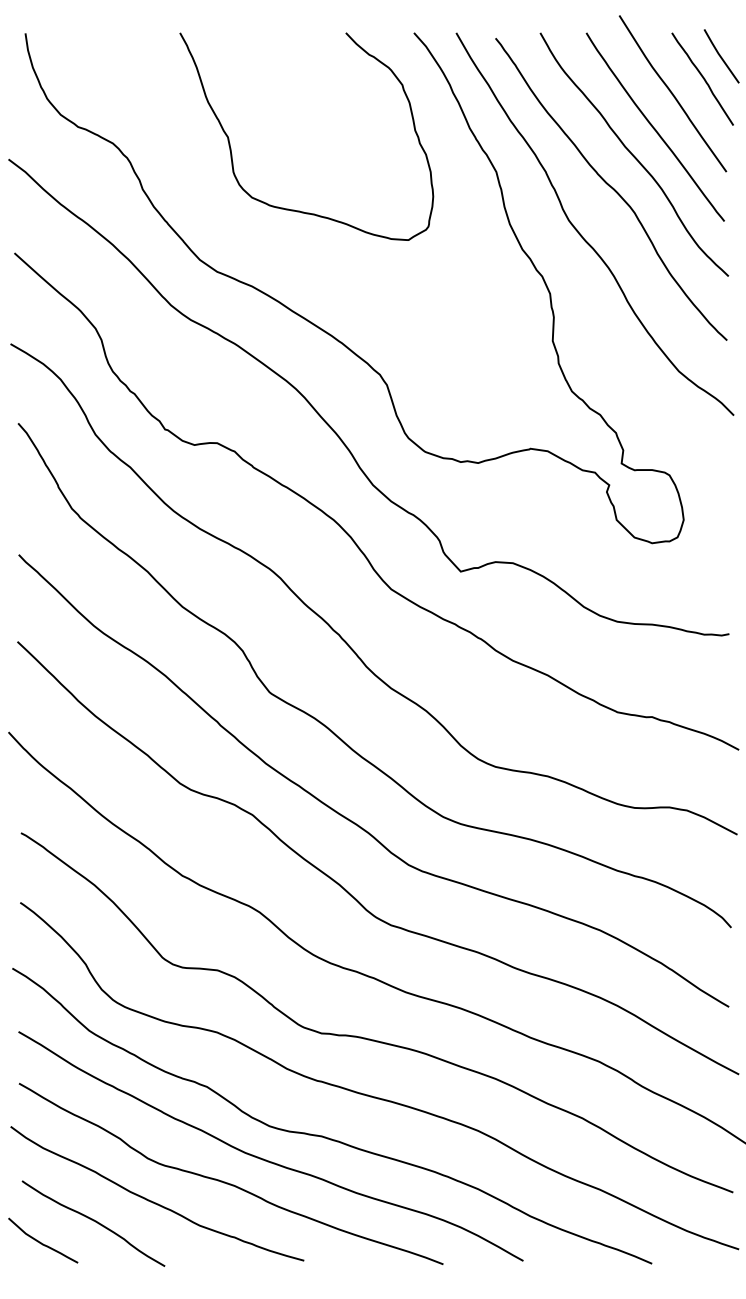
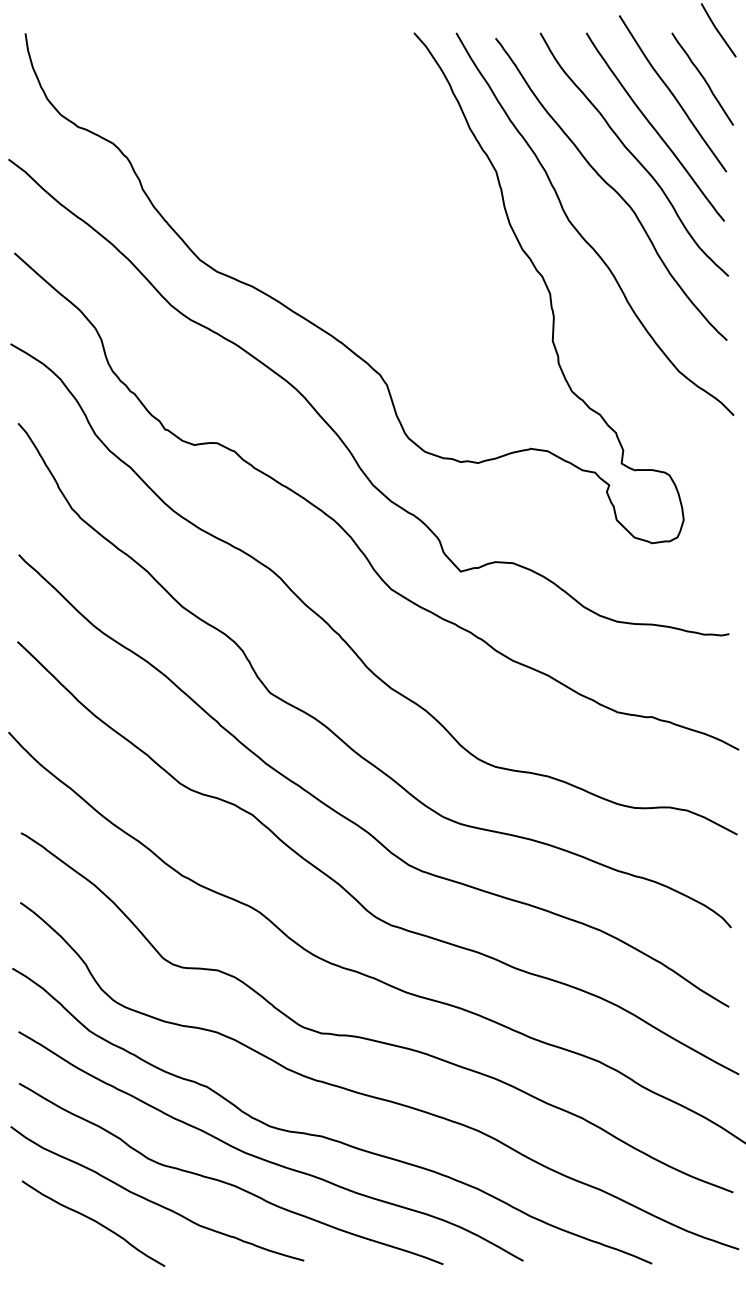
line at (721, 56) position: (721, 56) -> (718, 30)
curve at (294, 209): present -> none
curve at (41, 1242): present -> none
